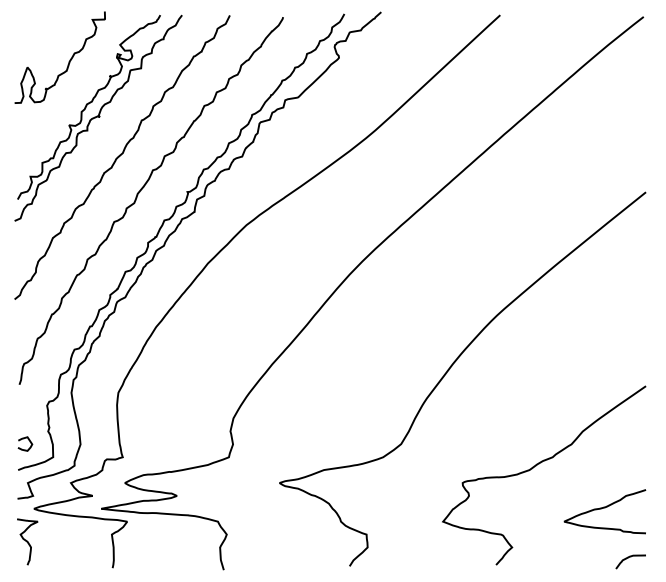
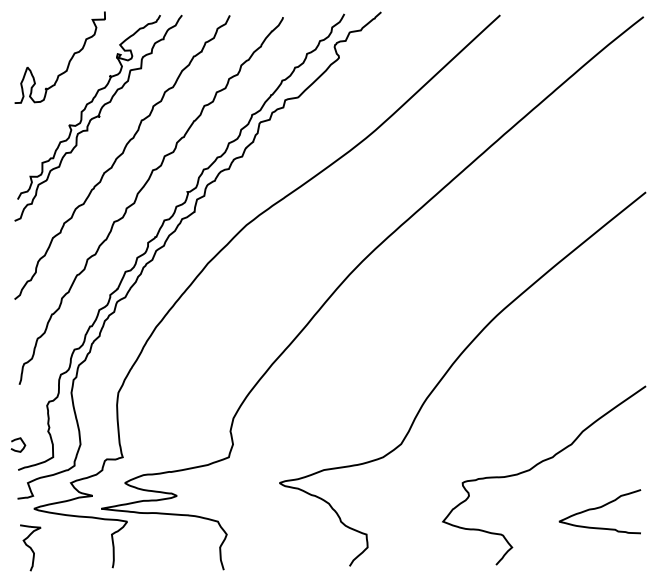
curve at (29, 442) position: (29, 442) -> (22, 443)
curve at (604, 508) position: (604, 508) -> (599, 508)
curve at (27, 541) position: (27, 541) -> (30, 547)
curve at (628, 558): present -> none
